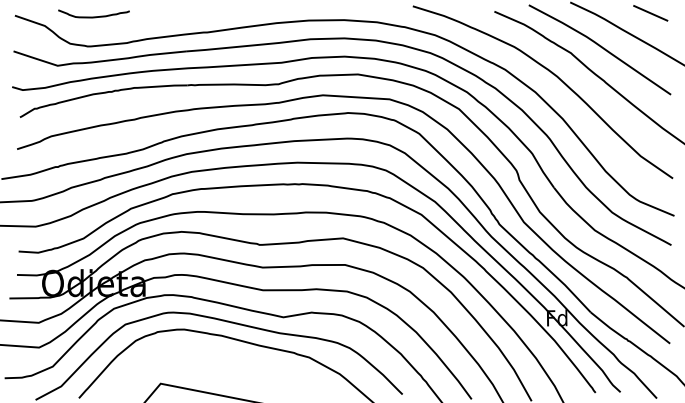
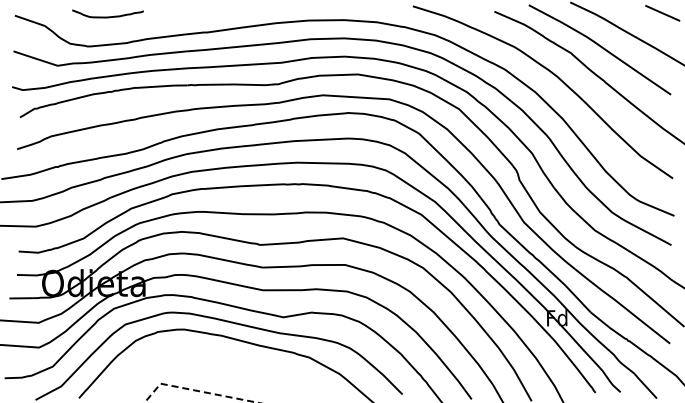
line at (650, 13) position: (650, 13) -> (662, 13)
curve at (93, 16) position: (93, 16) -> (107, 16)
line at (196, 390): solid -> dashed
